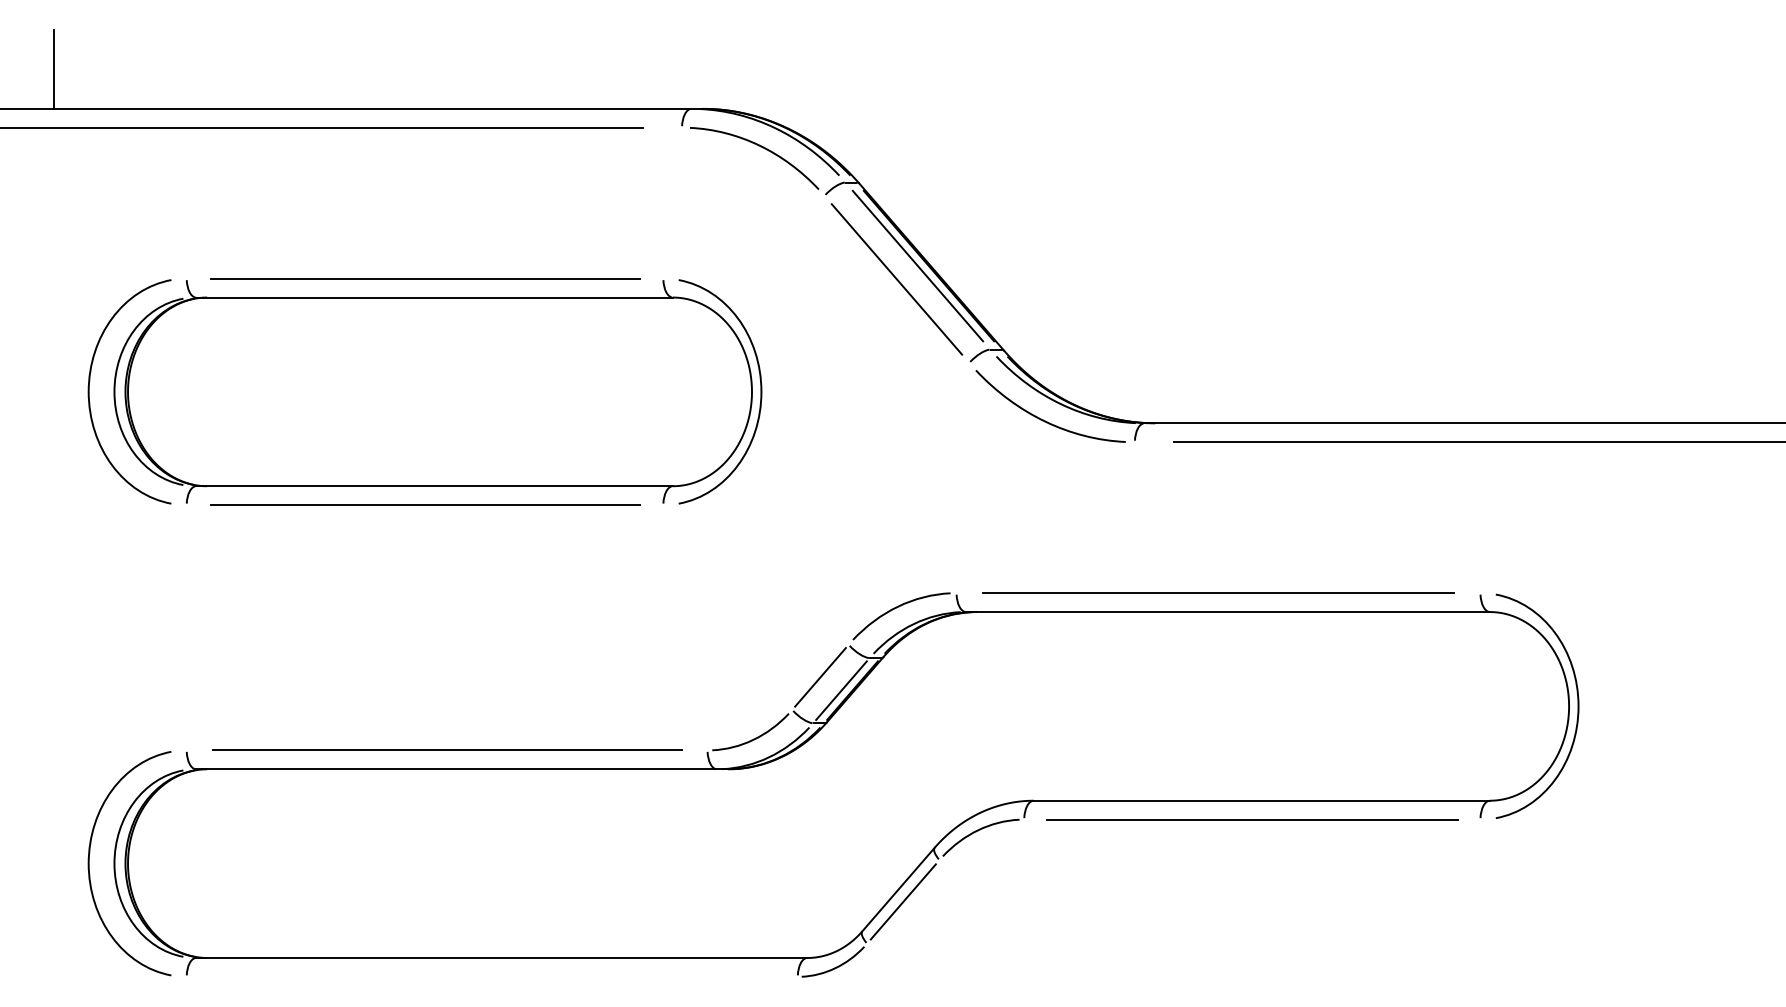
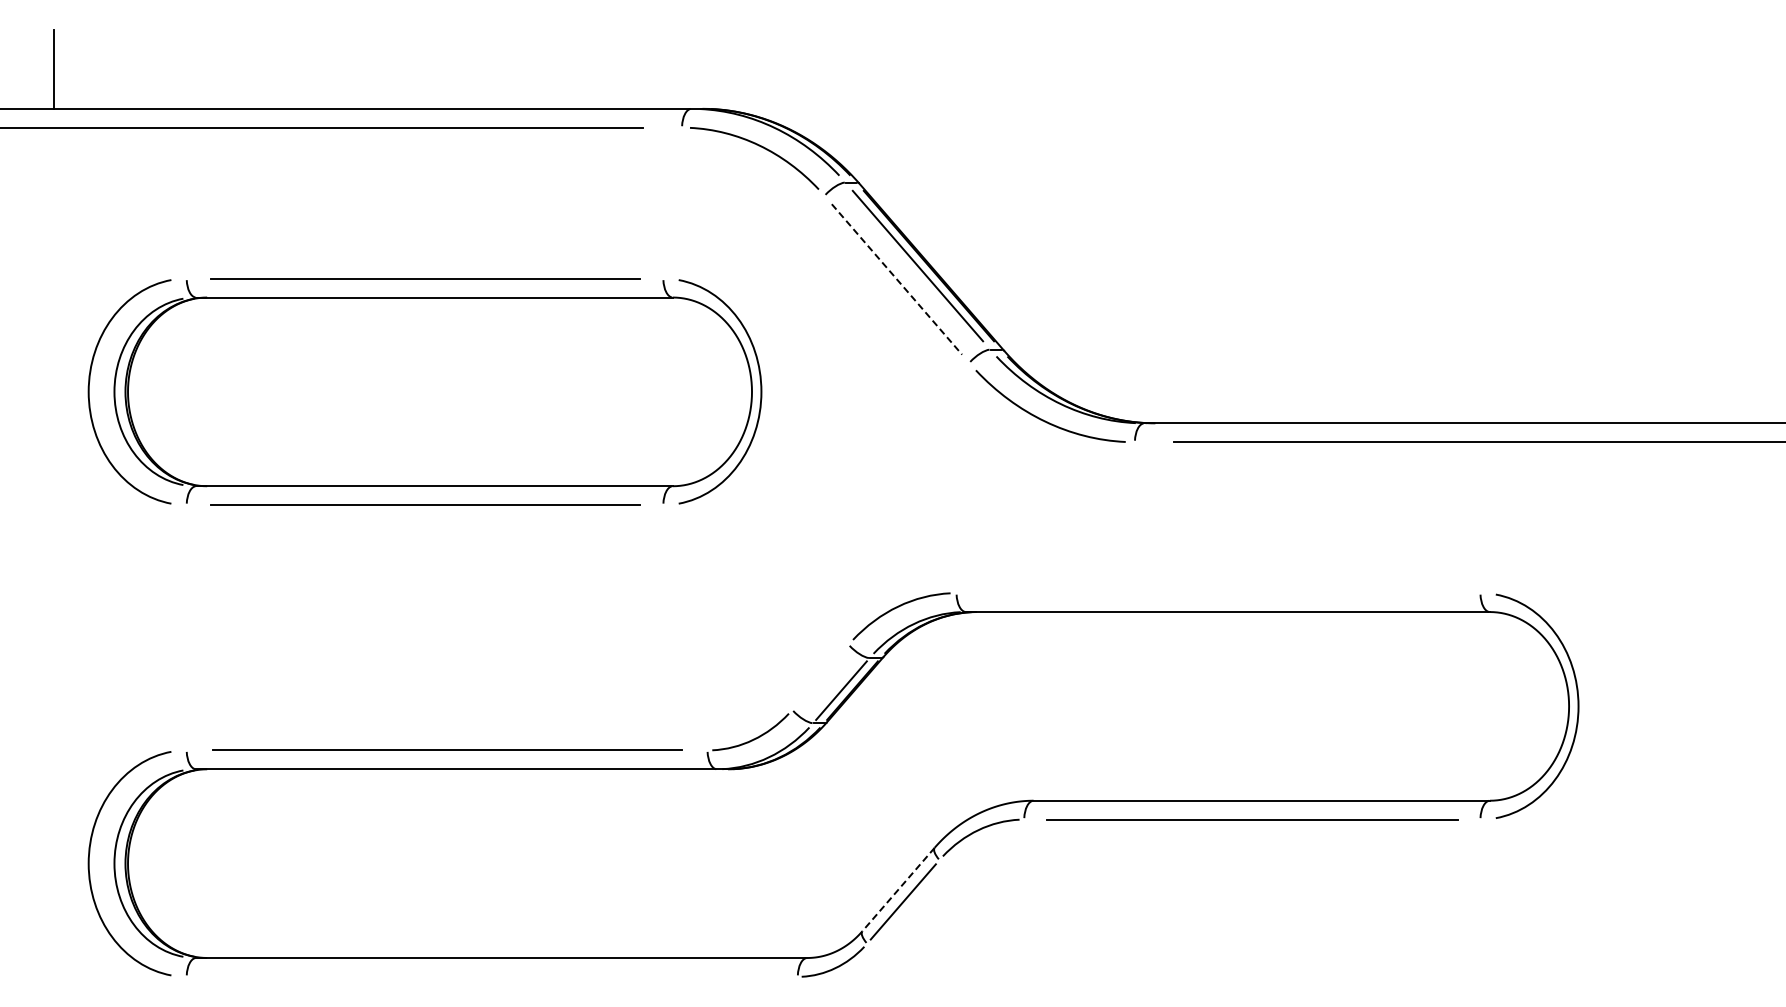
line at (897, 279): solid -> dashed
line at (1218, 593): present -> none
line at (820, 677): present -> none
line at (898, 889): solid -> dashed
